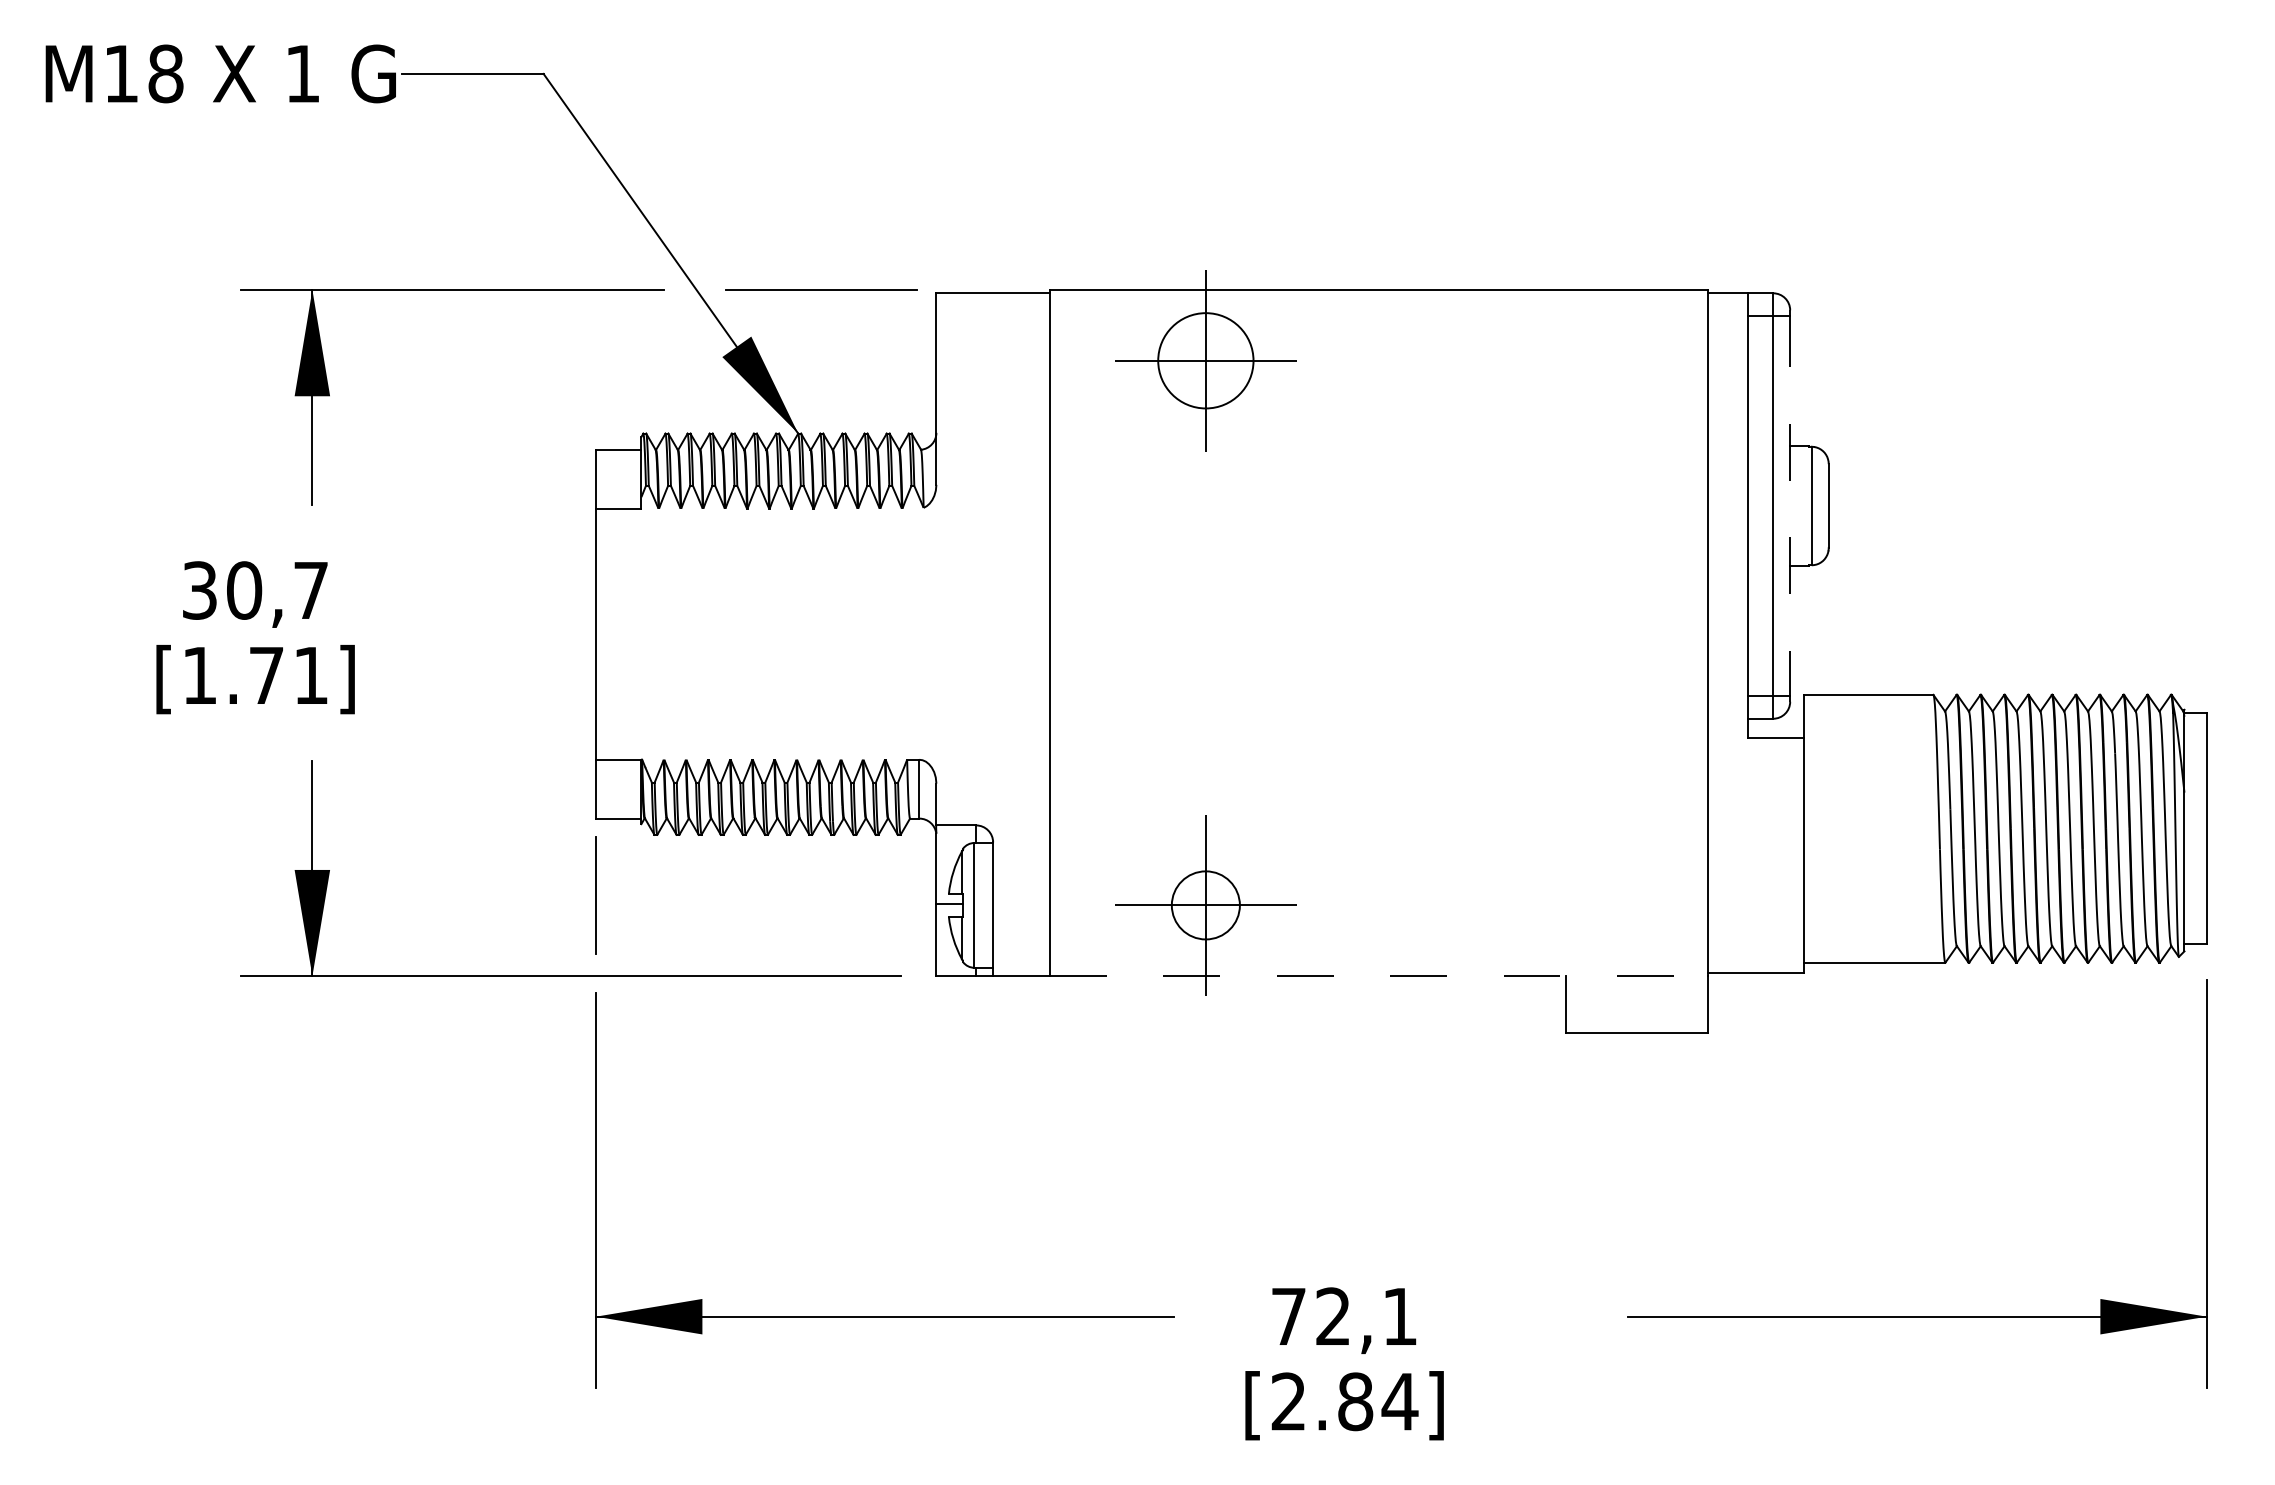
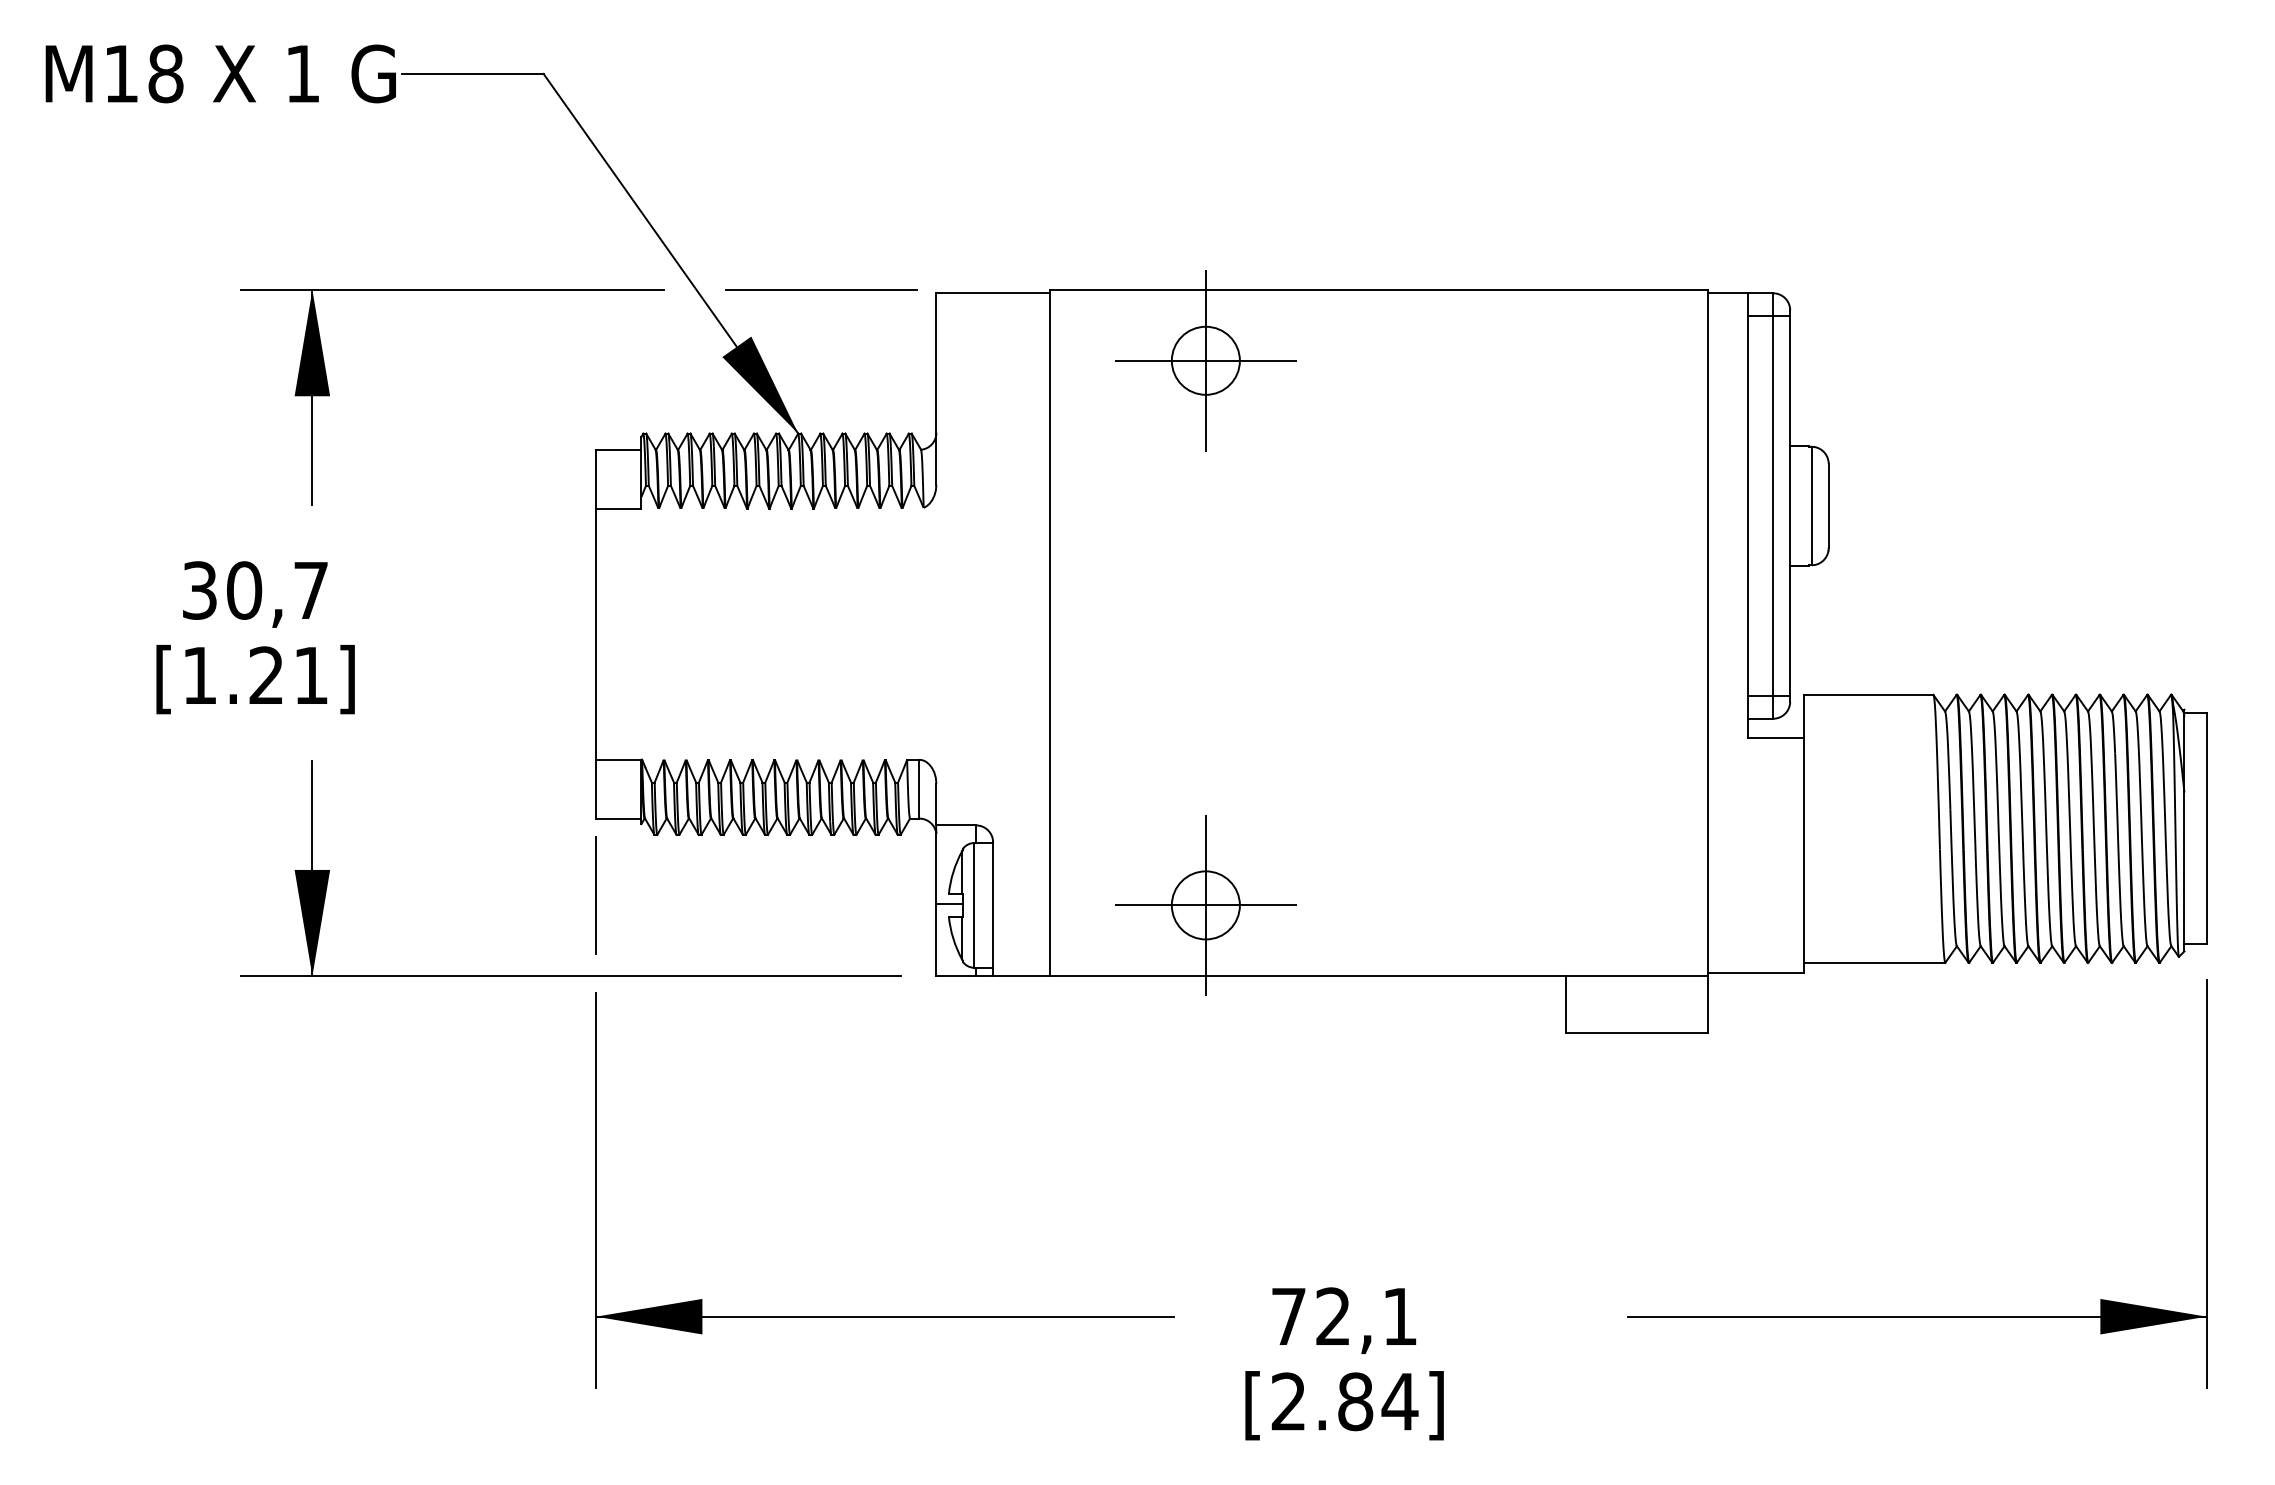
circle at (1205, 360) diameter: 95 px -> 68 px
line at (1790, 506): dashed -> solid
text at (265, 674): [1.71] -> [1.21]
line at (1379, 976): dashed -> solid
